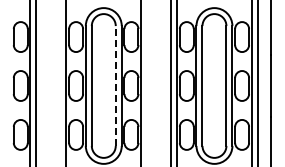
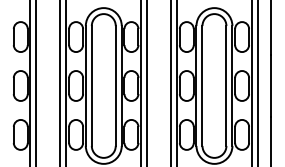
line at (60, 82): none -> present
line at (147, 82): none -> present
line at (115, 86): dashed -> solid
